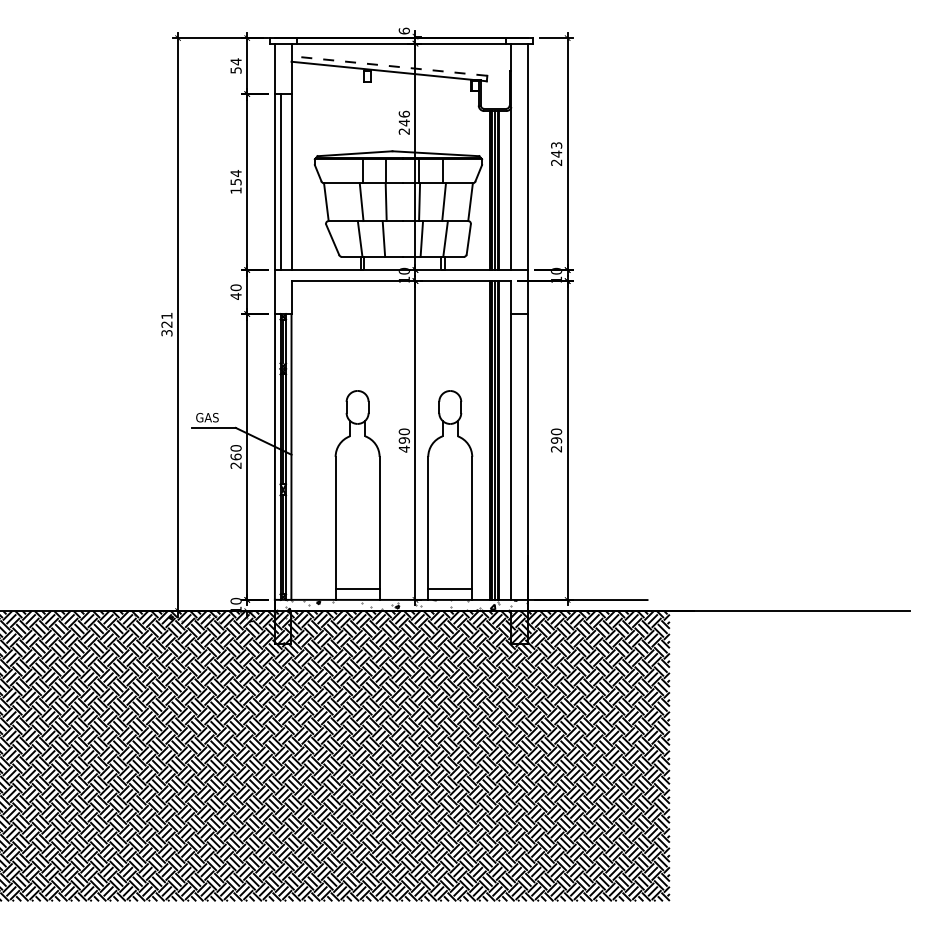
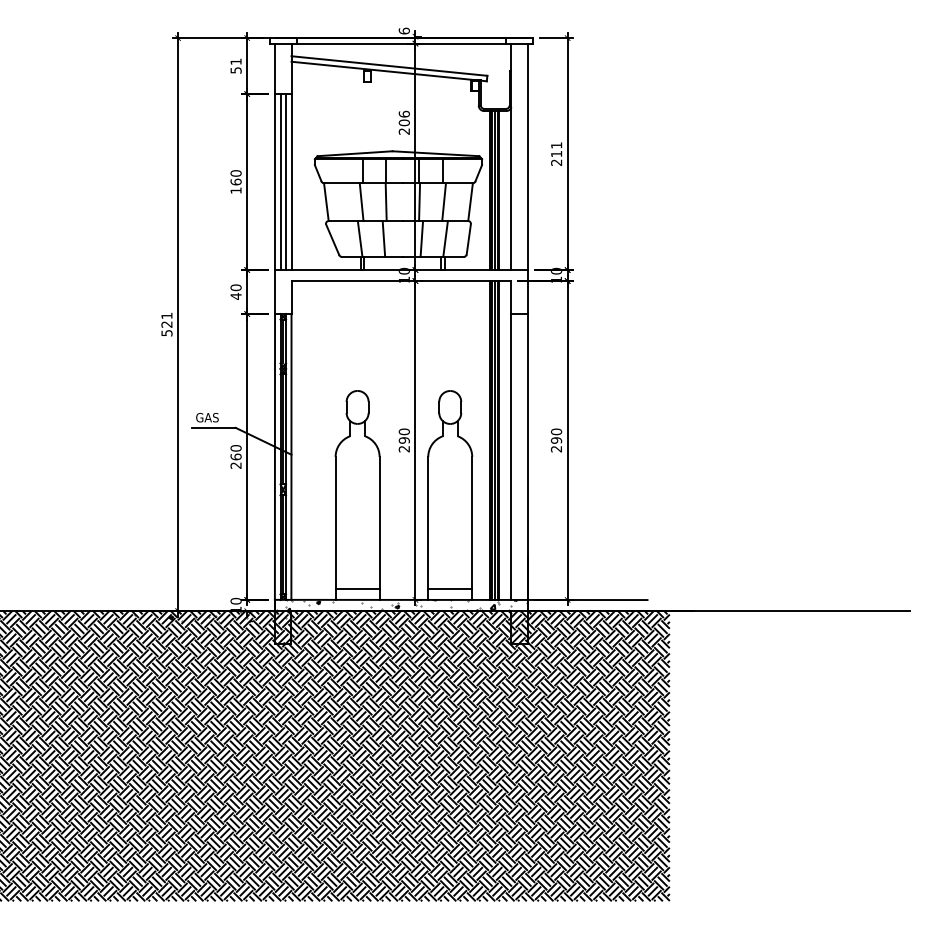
text at (235, 61): 54 -> 51
line at (388, 65): dashed -> solid
text at (403, 122): 246 -> 206
text at (556, 149): 243 -> 211
text at (235, 177): 154 -> 160
line at (286, 182): none -> present
text at (166, 333): 321 -> 521
text at (403, 448): 490 -> 290
